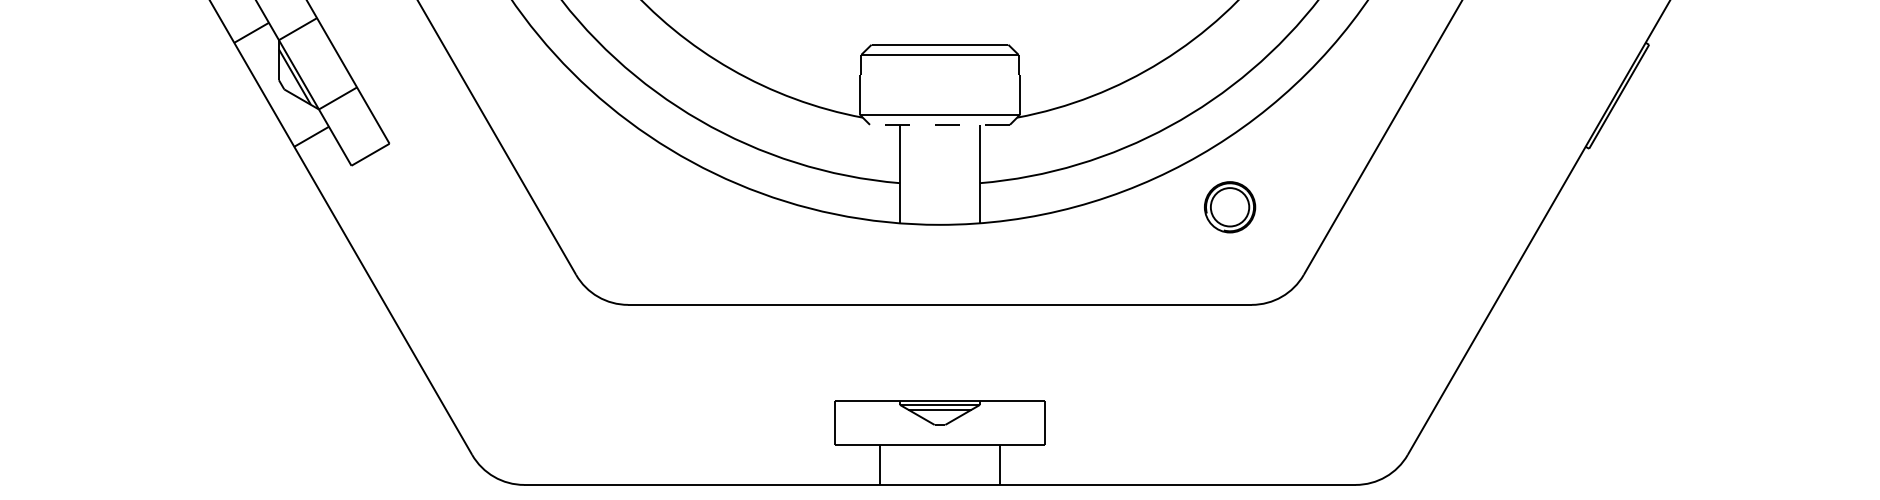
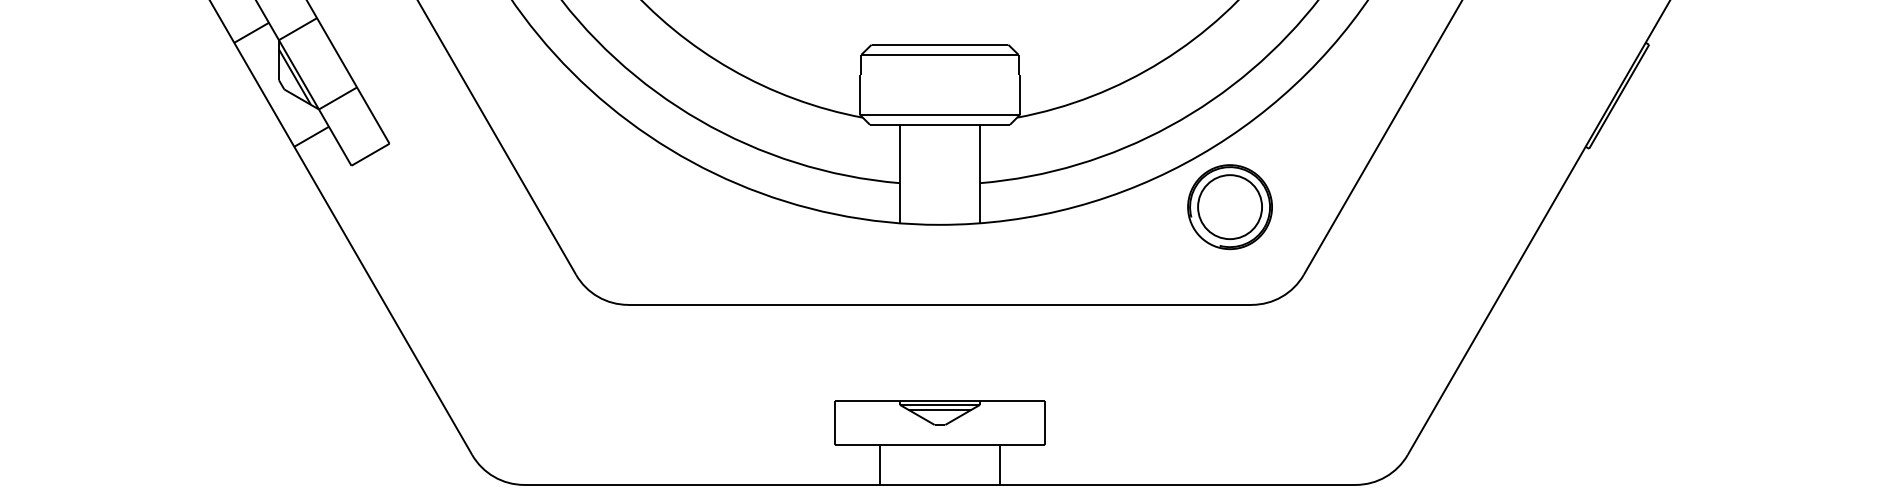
line at (939, 124): dashed -> solid
part at (1230, 207) size: 53x53 px -> 86x87 px
